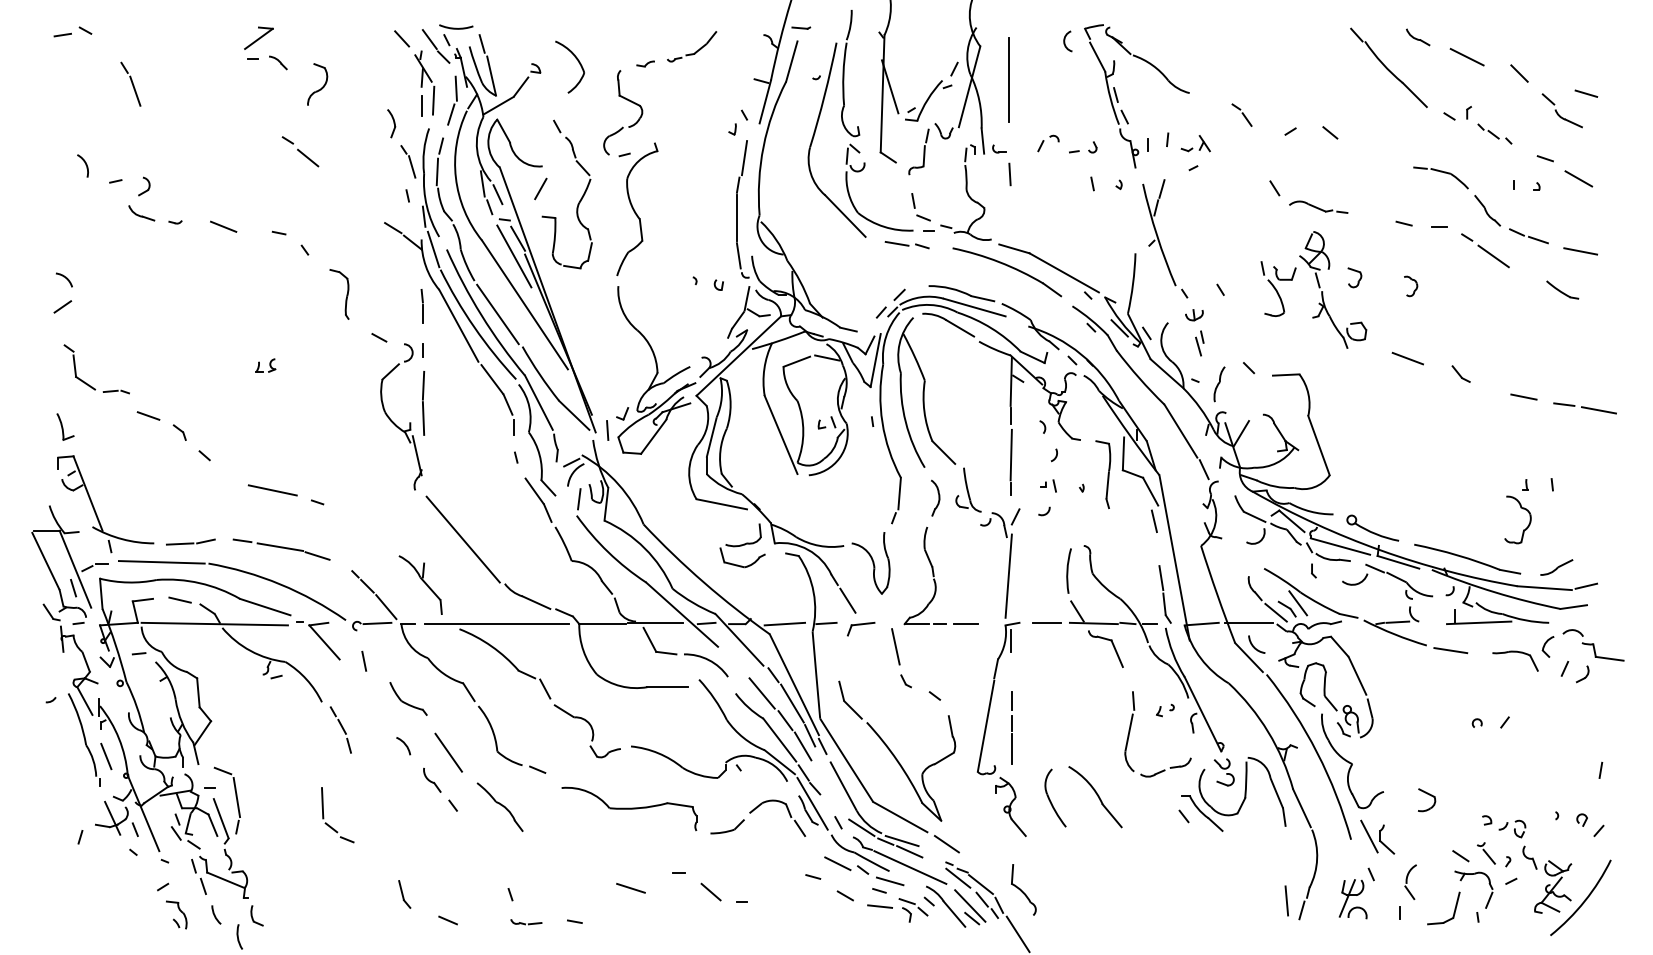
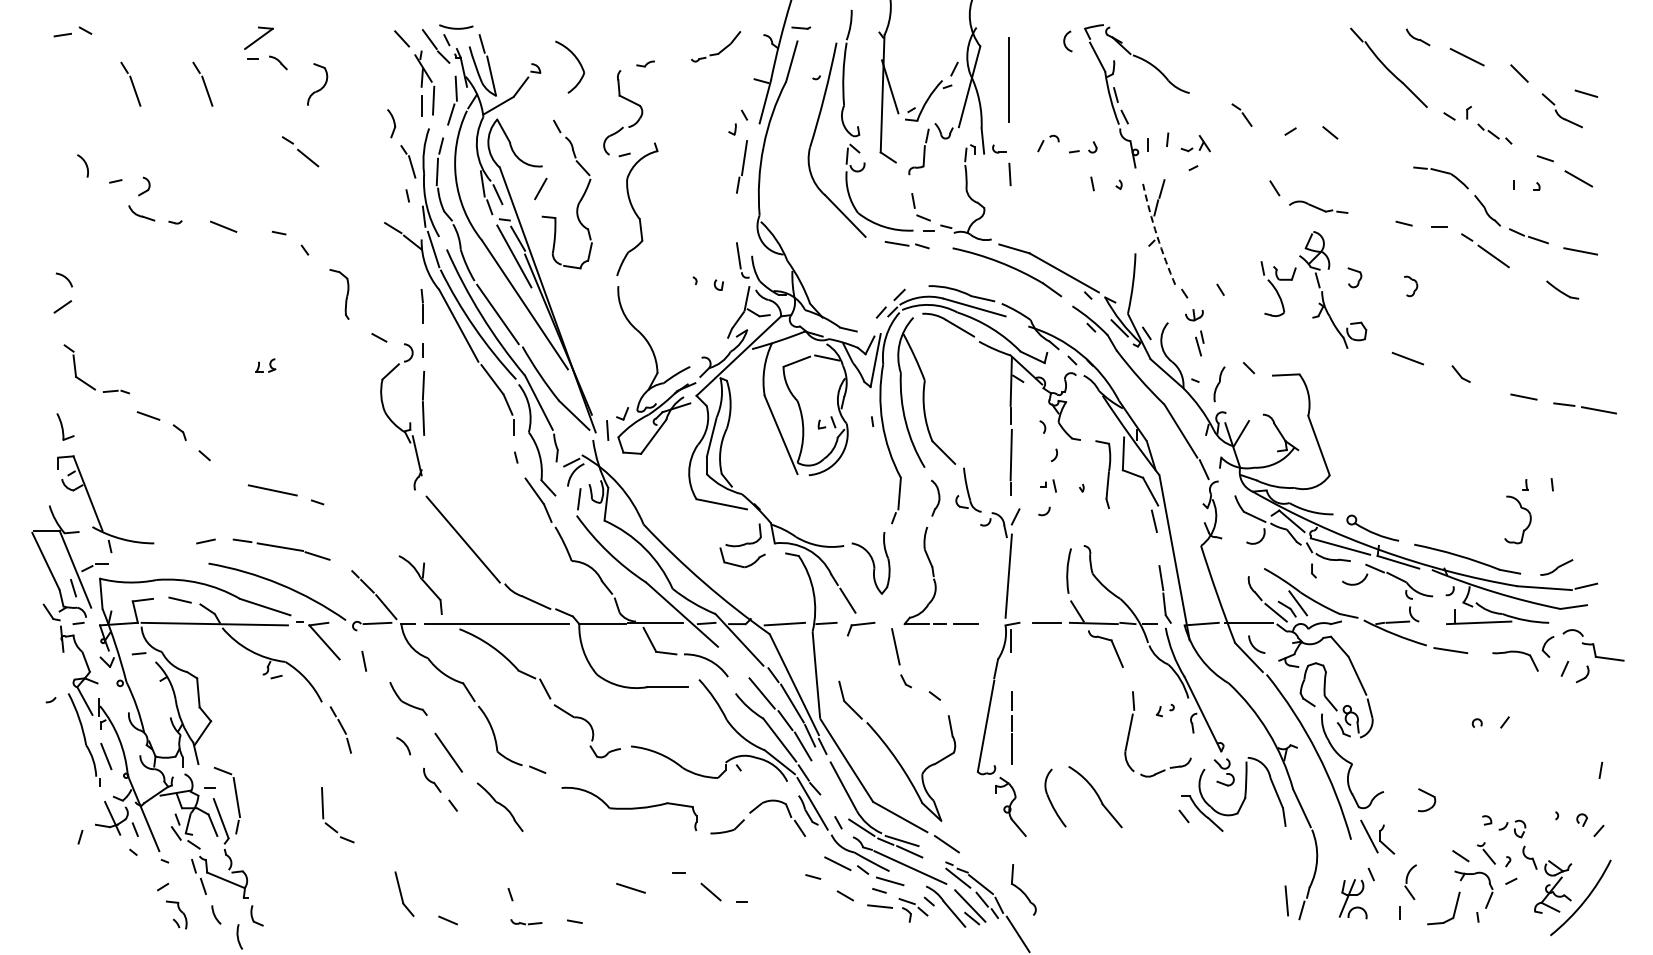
part at (692, 46) position: (692, 46) -> (716, 46)
part at (202, 83): none -> present
line at (736, 217): present -> none
arc at (1157, 235): solid -> dashed
line at (179, 543): present -> none
line at (161, 562): present -> none
part at (404, 894) size: 14x29 px -> 21x46 px
